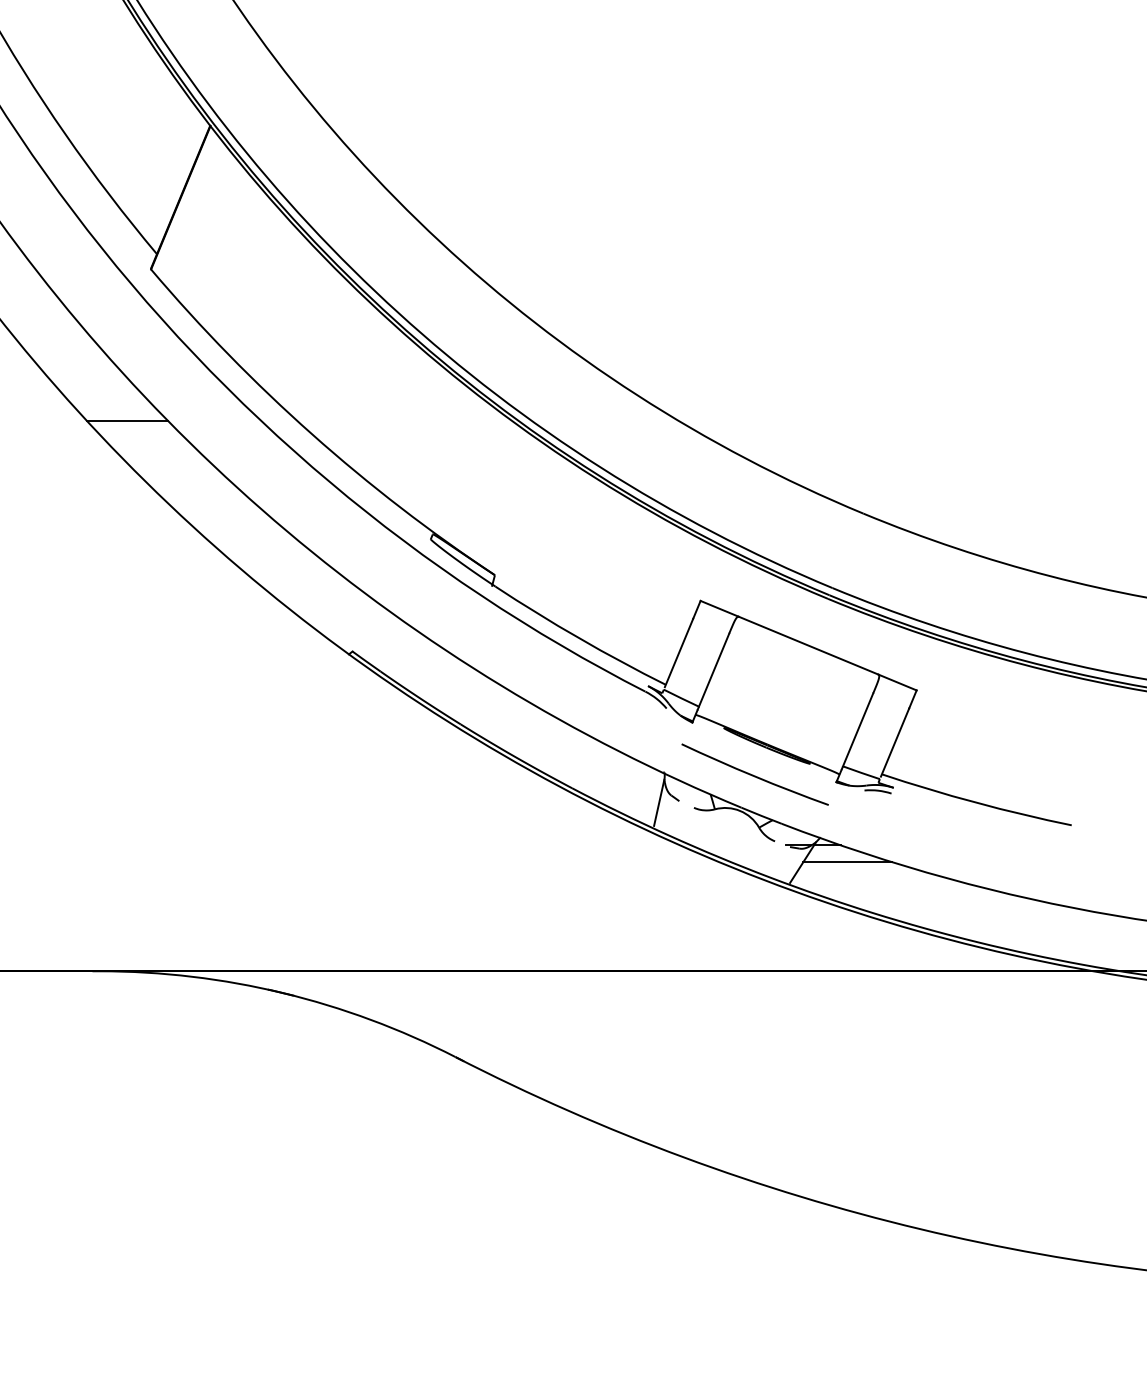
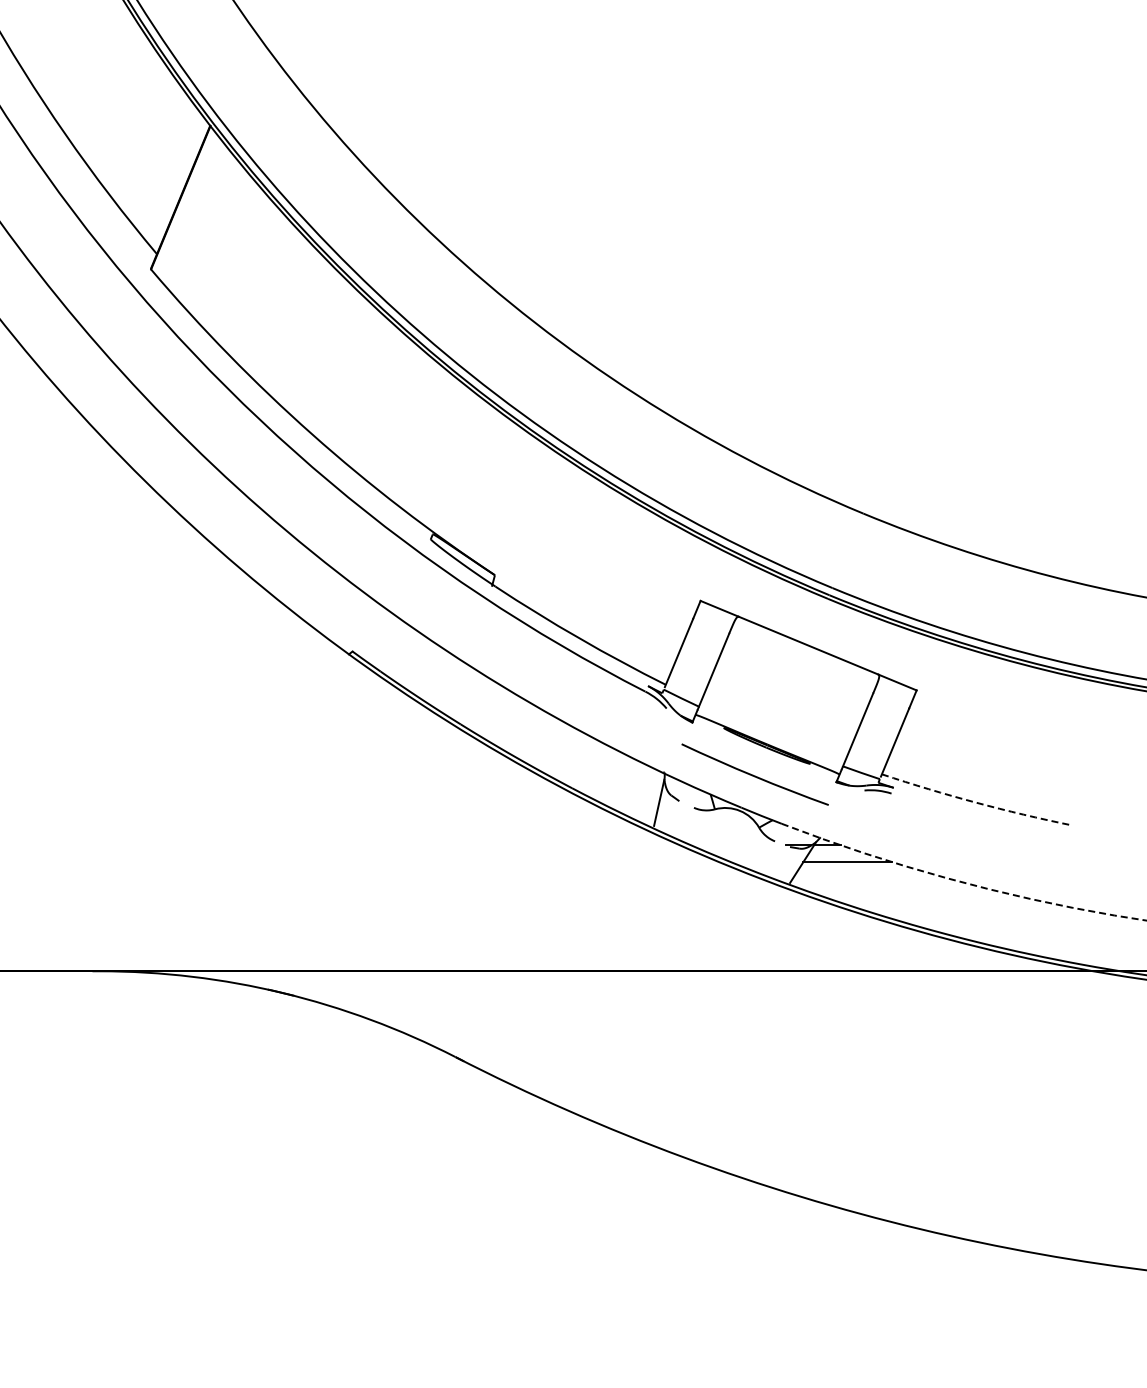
line at (126, 420): present -> none
arc at (976, 802): solid -> dashed
arc at (961, 882): solid -> dashed
